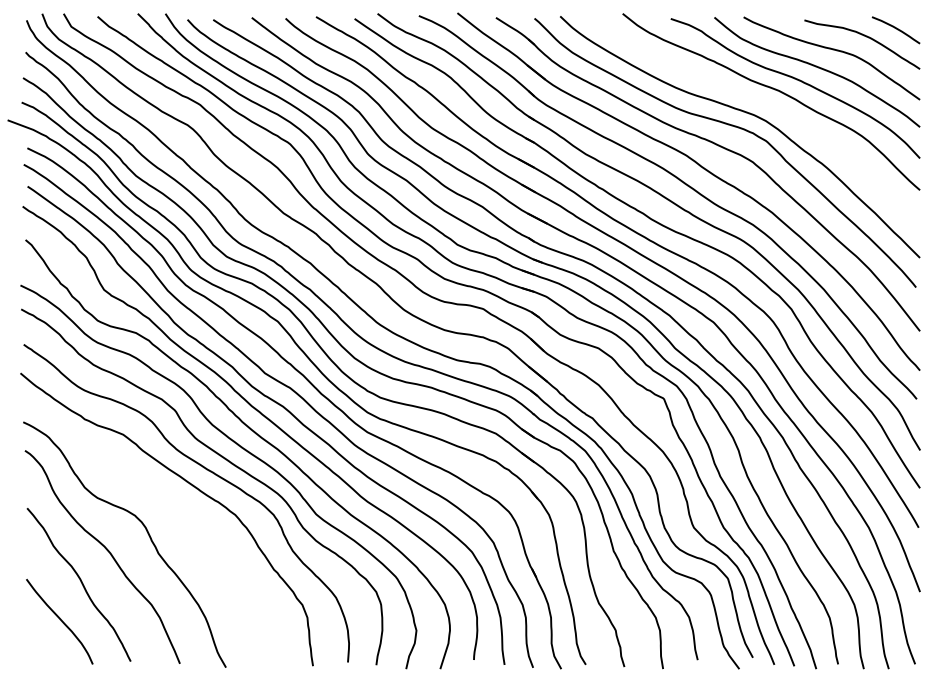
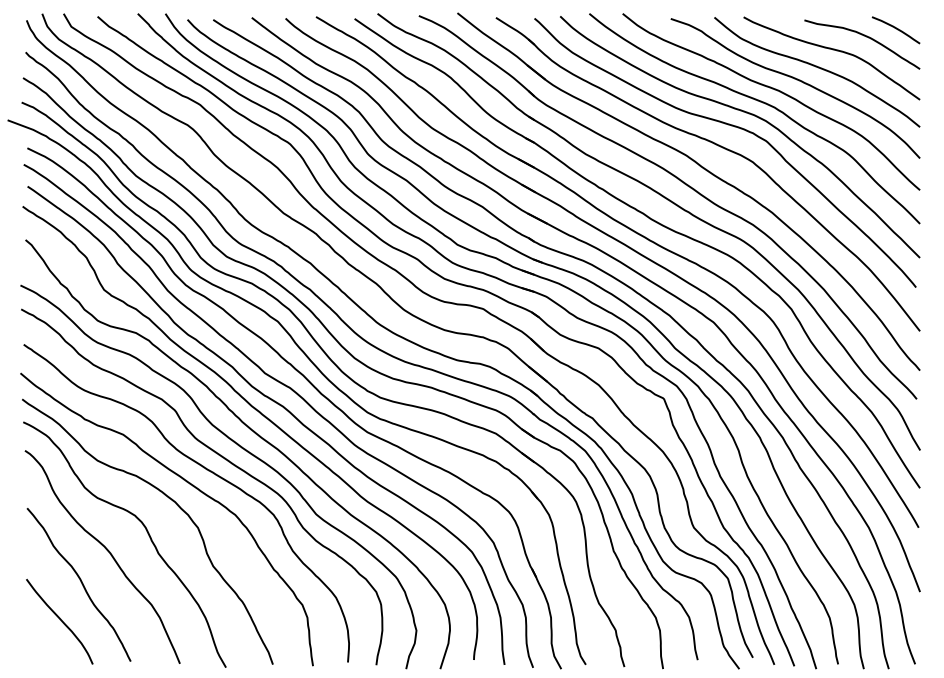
curve at (762, 103): none -> present
curve at (169, 499): none -> present
